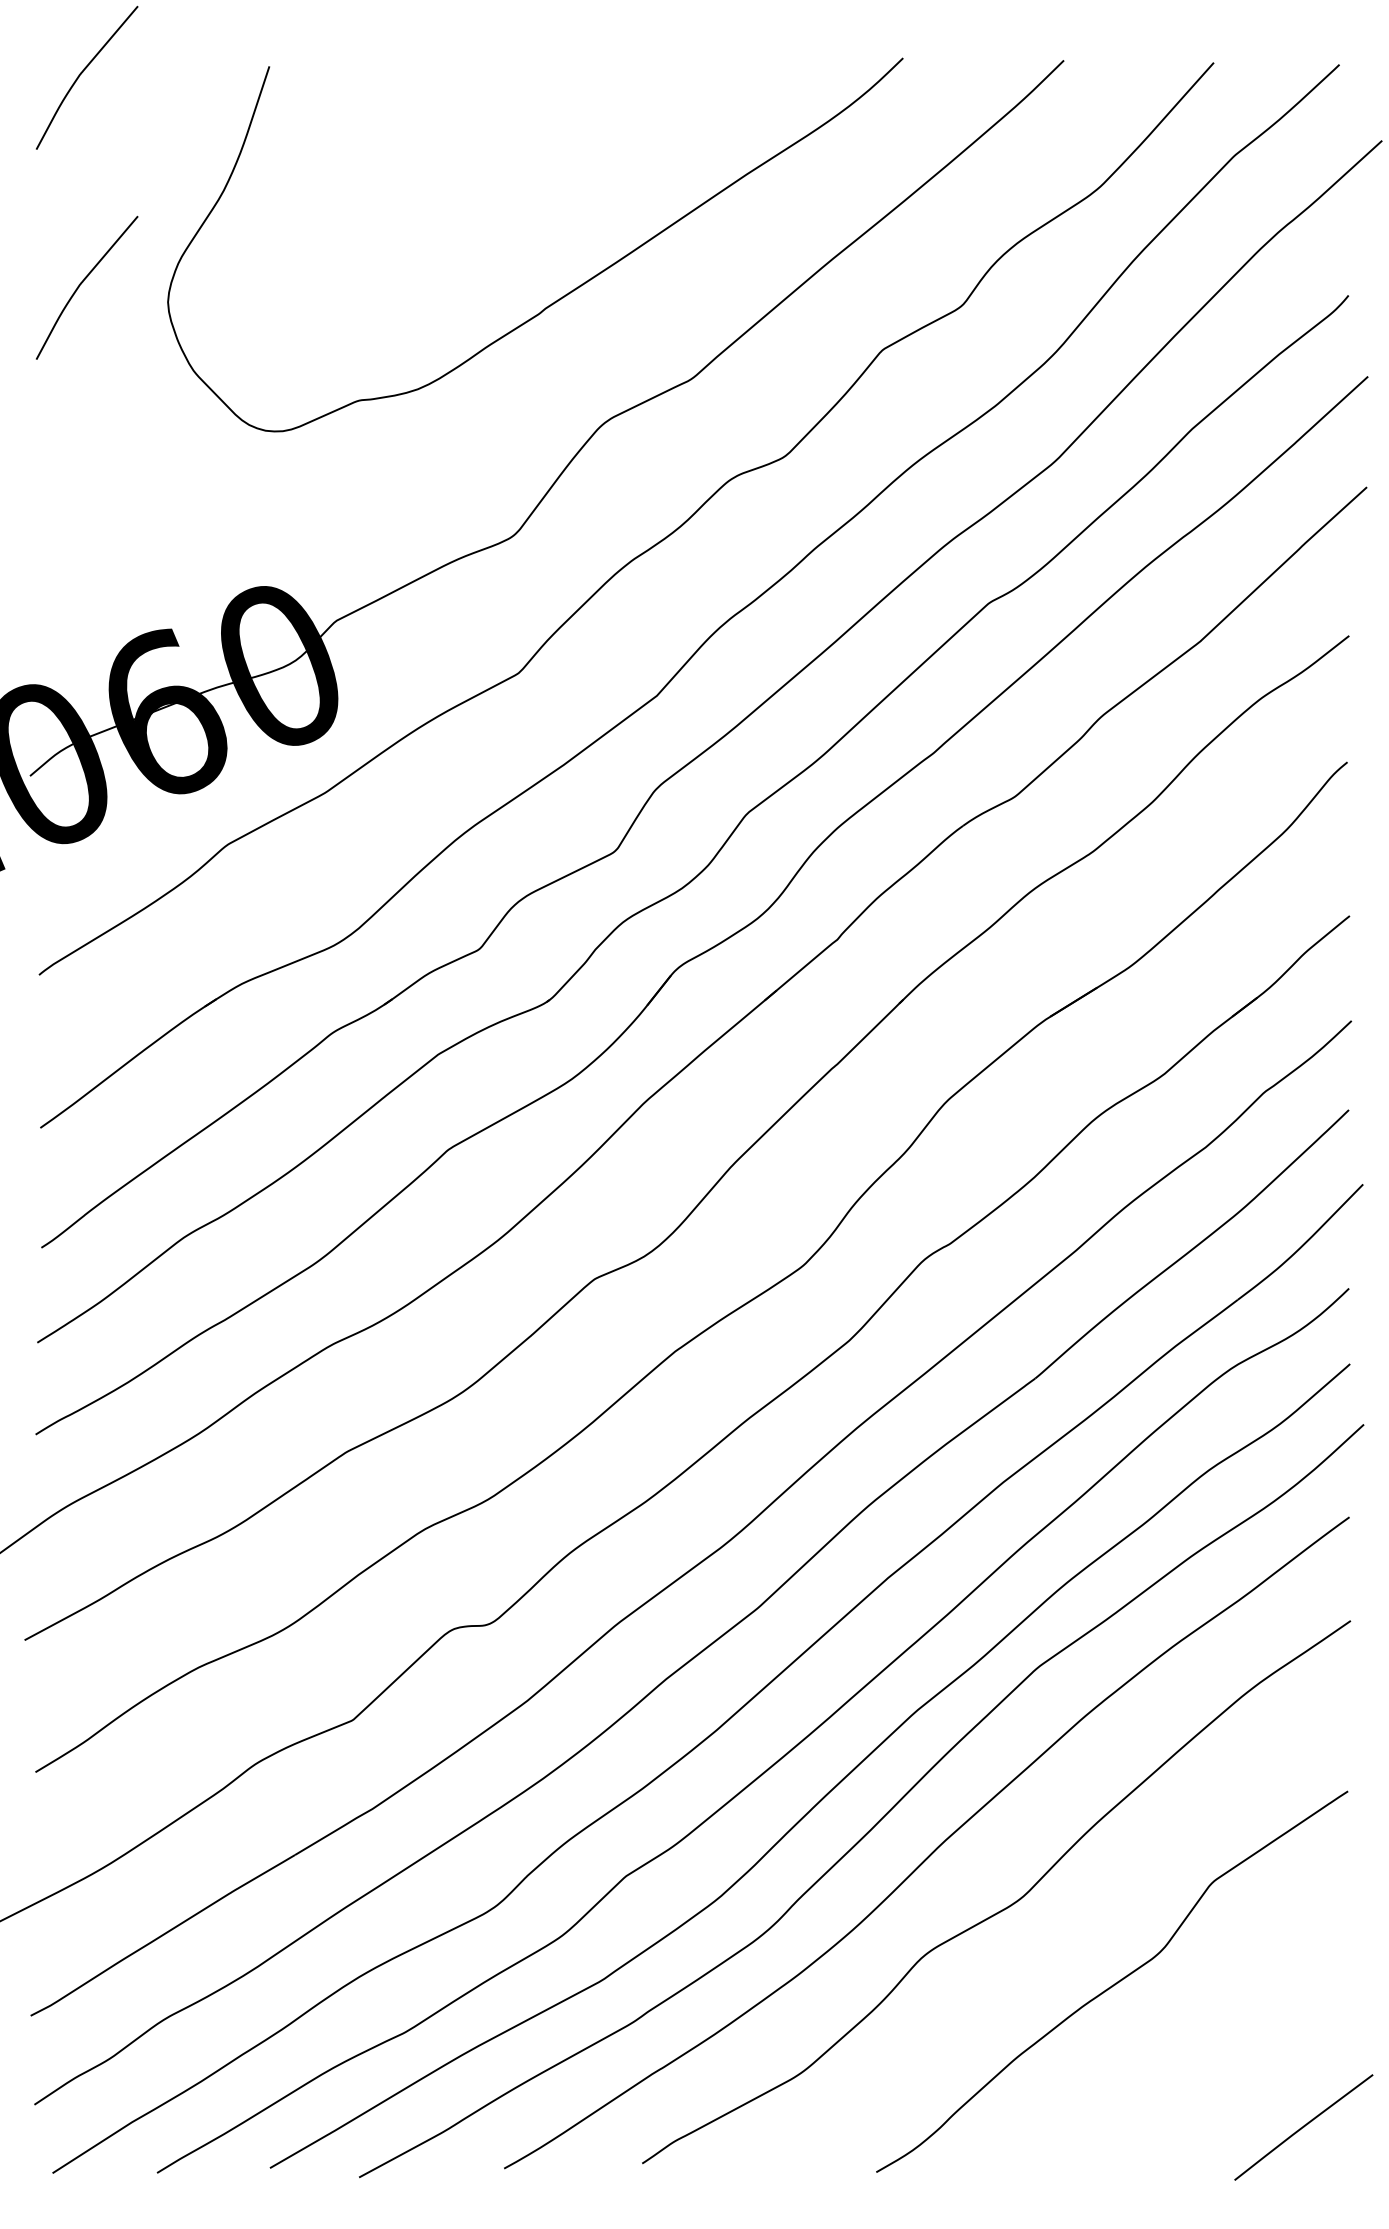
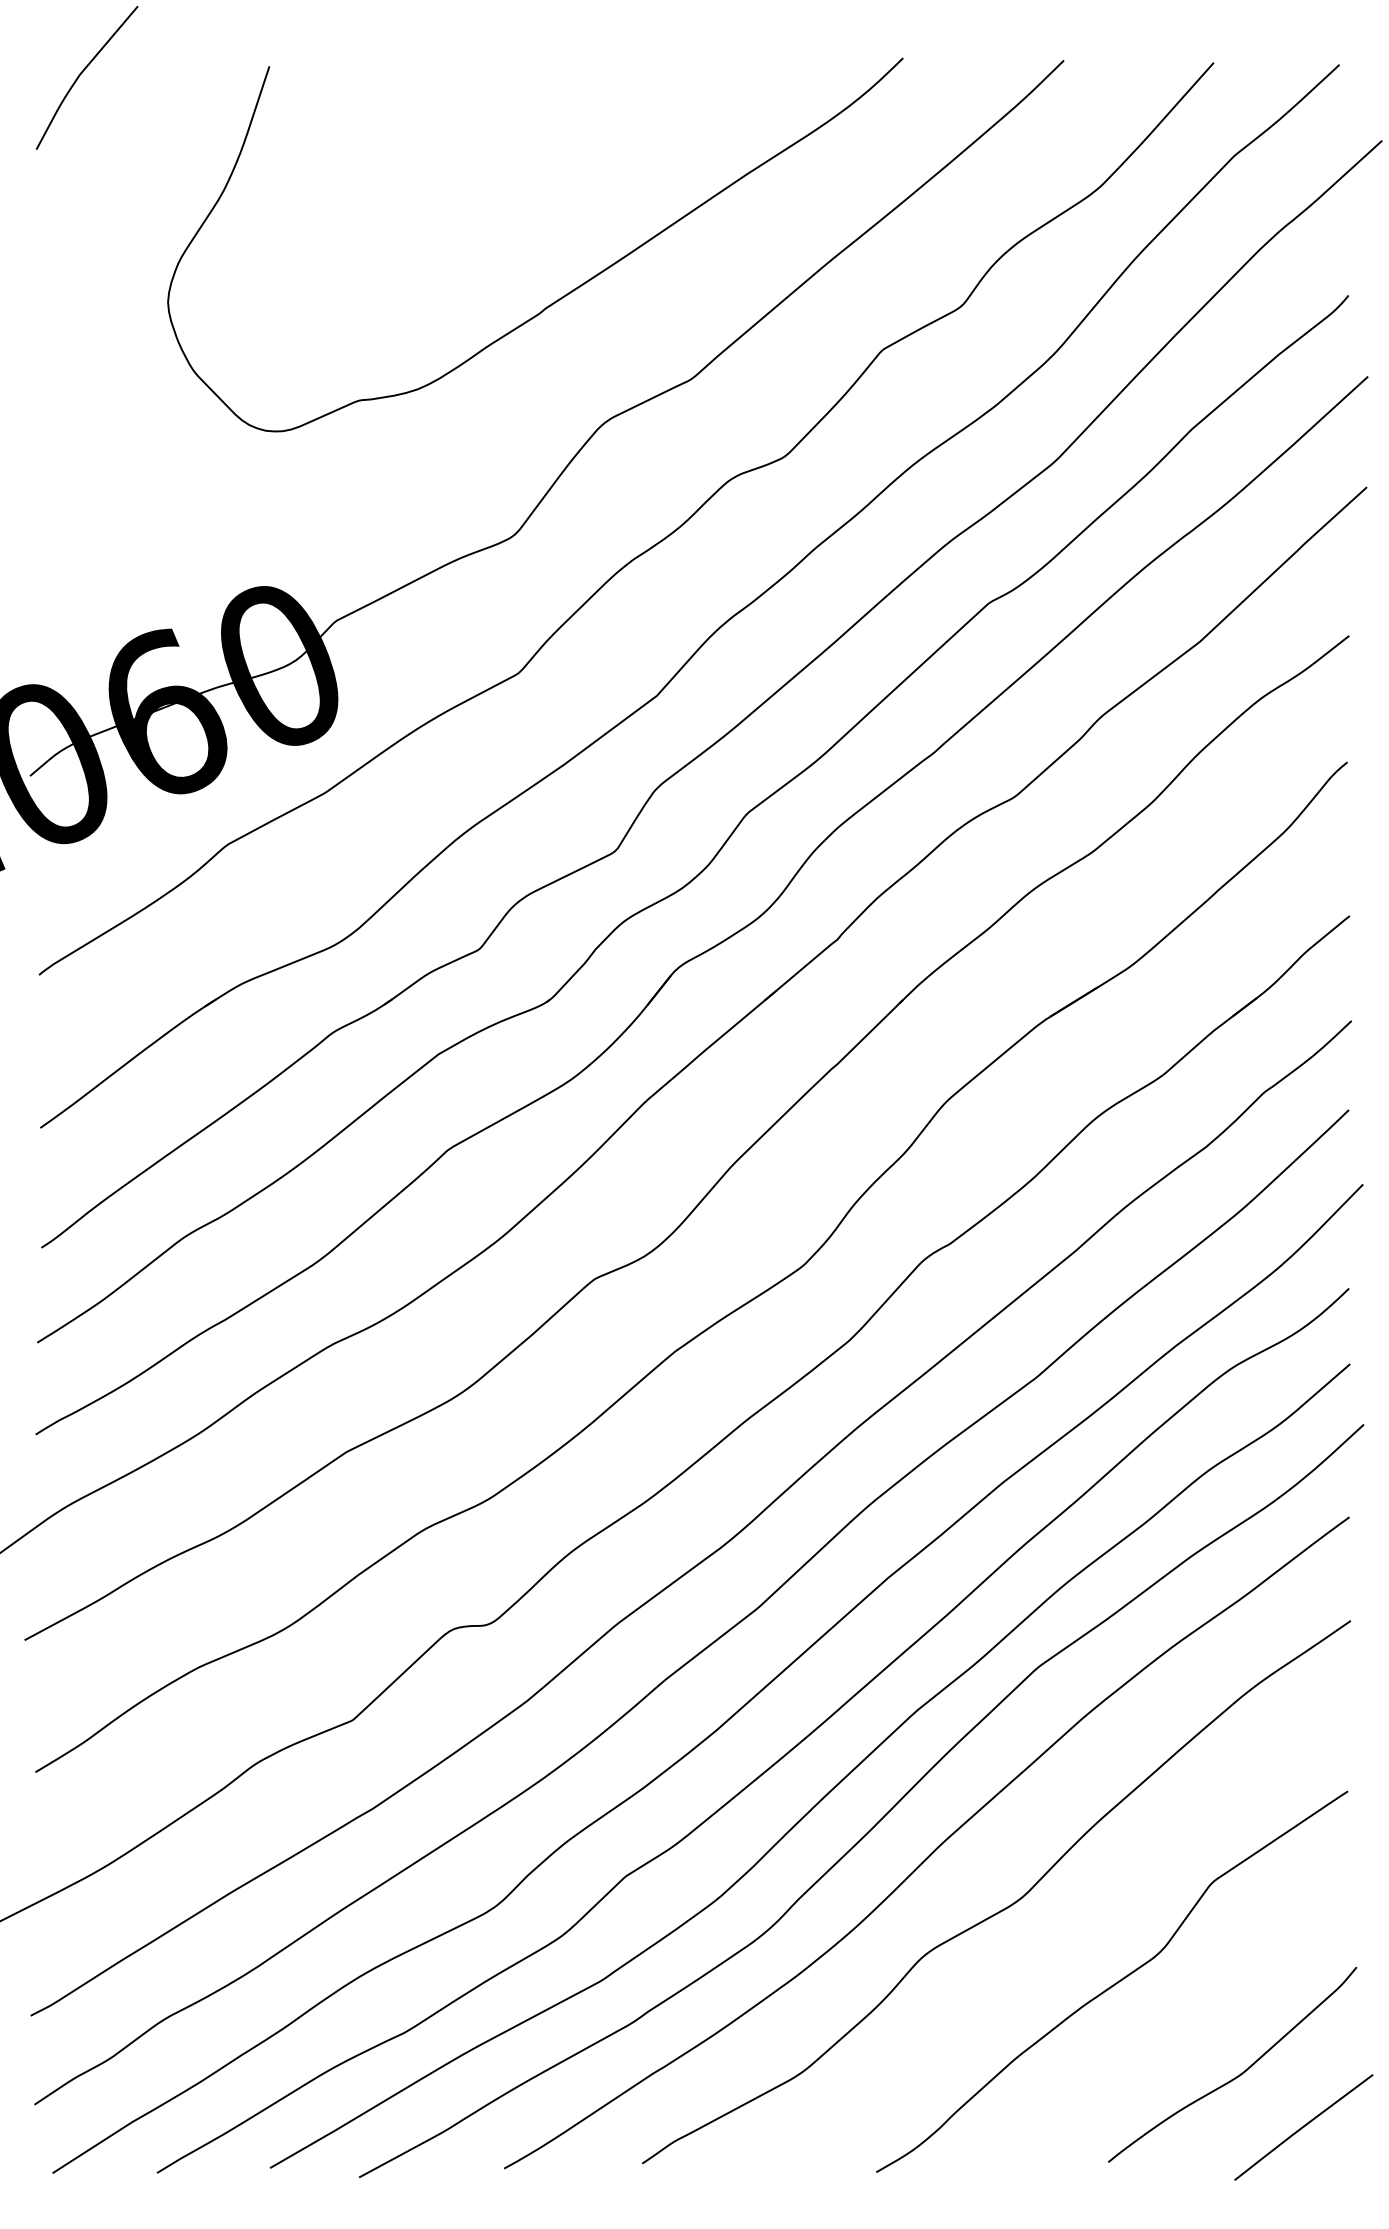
curve at (83, 282): present -> none
curve at (1240, 2073): none -> present
